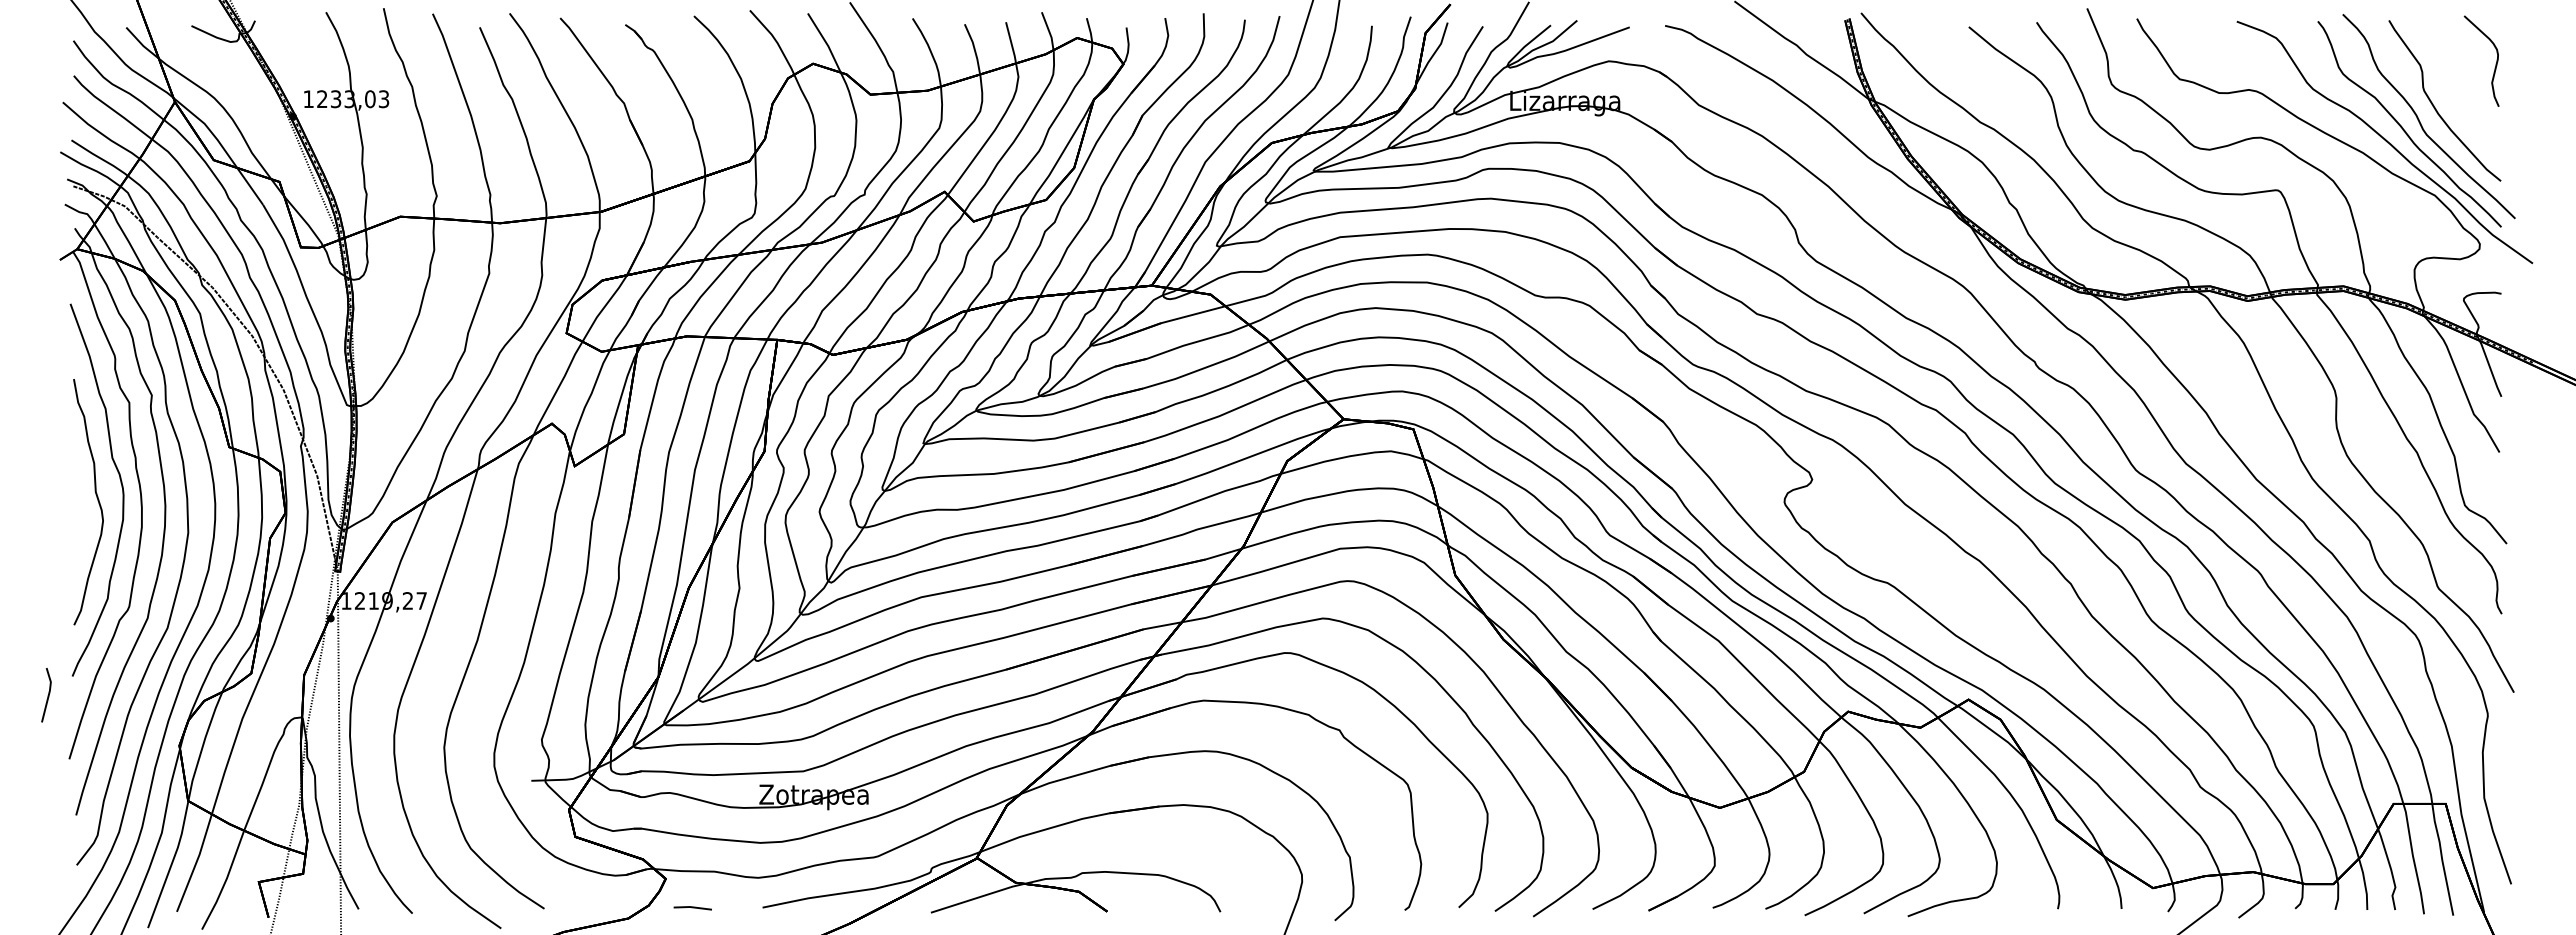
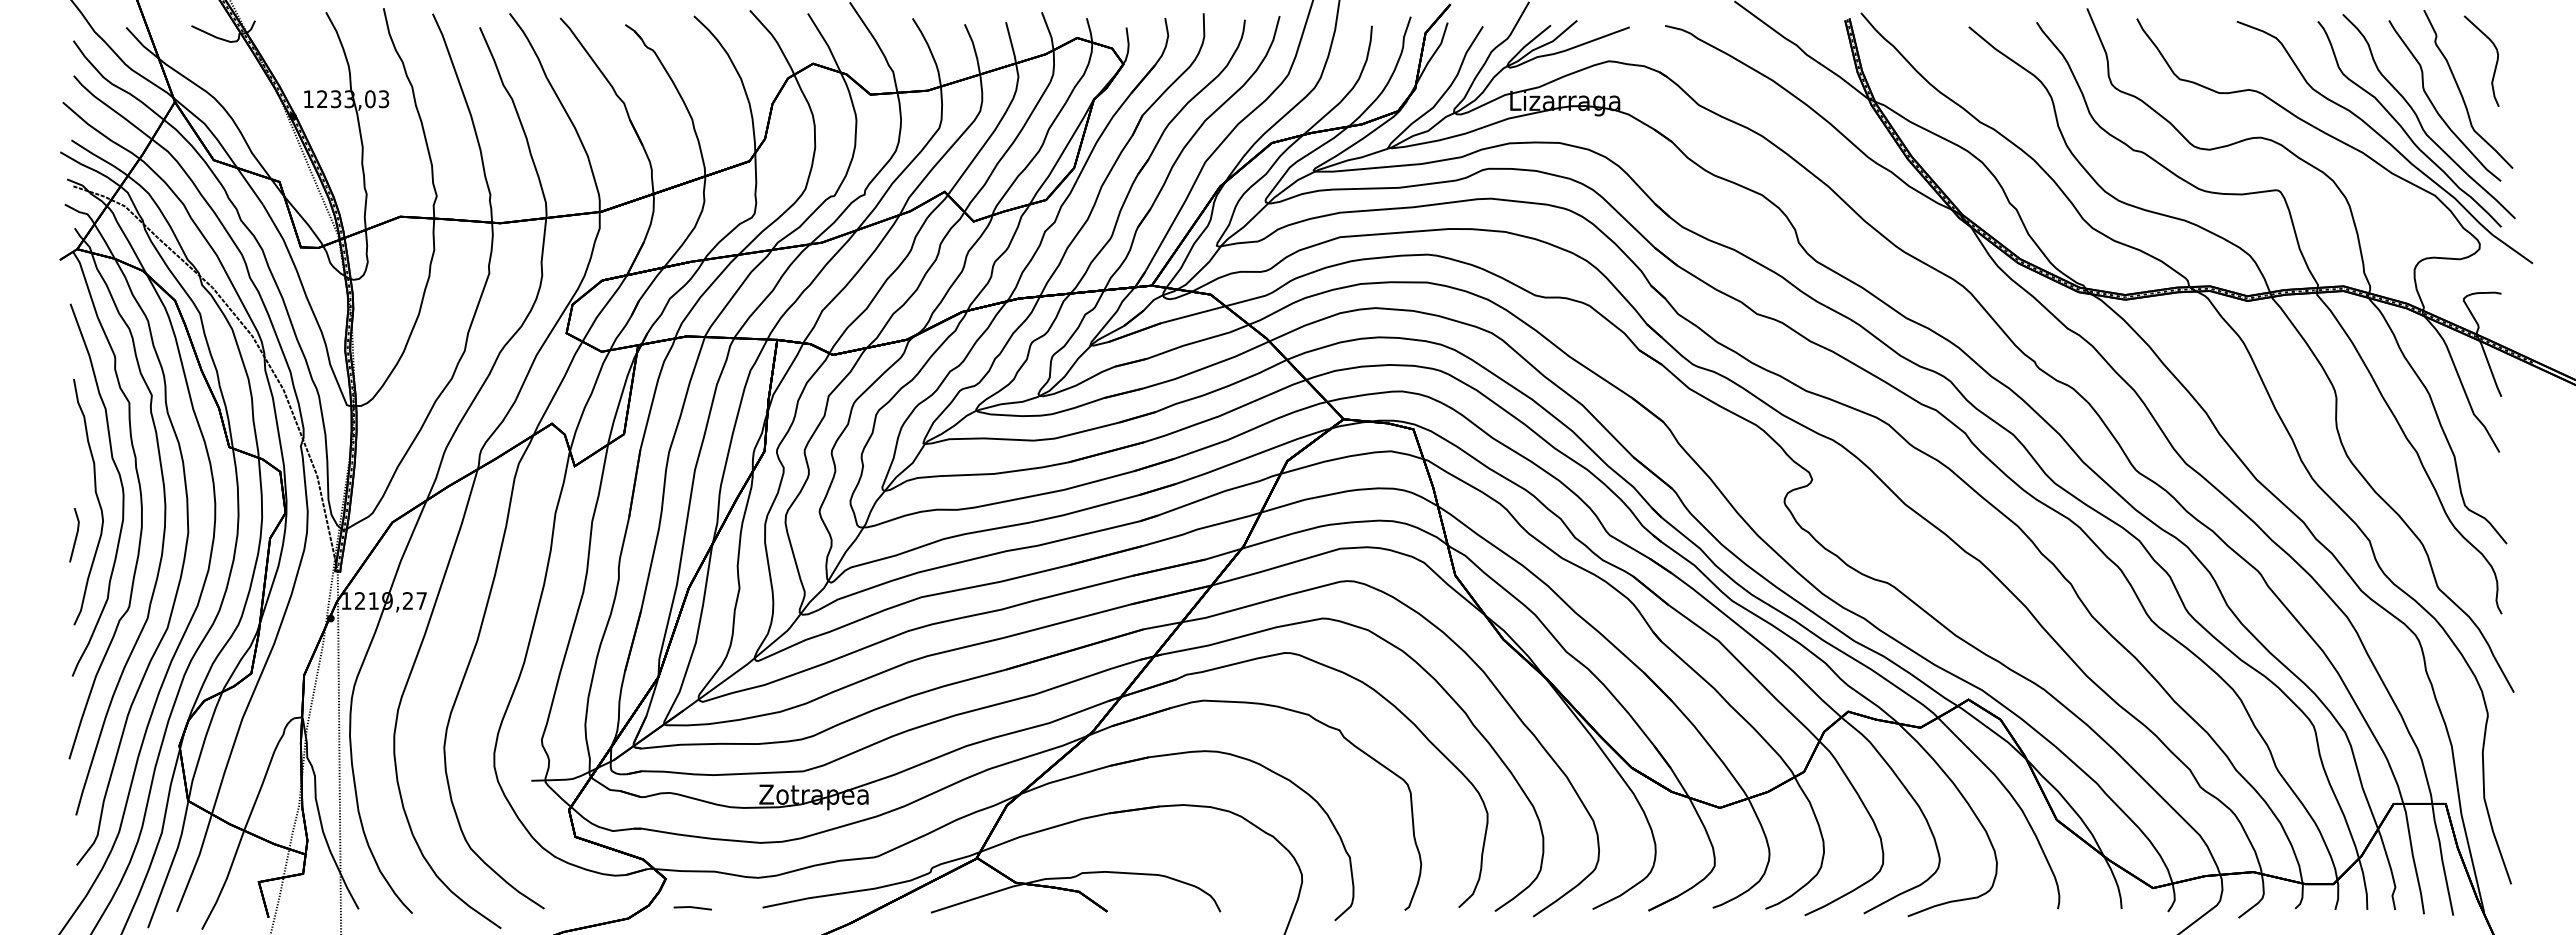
curve at (2460, 89): none -> present
line at (47, 695) position: (47, 695) -> (75, 535)
